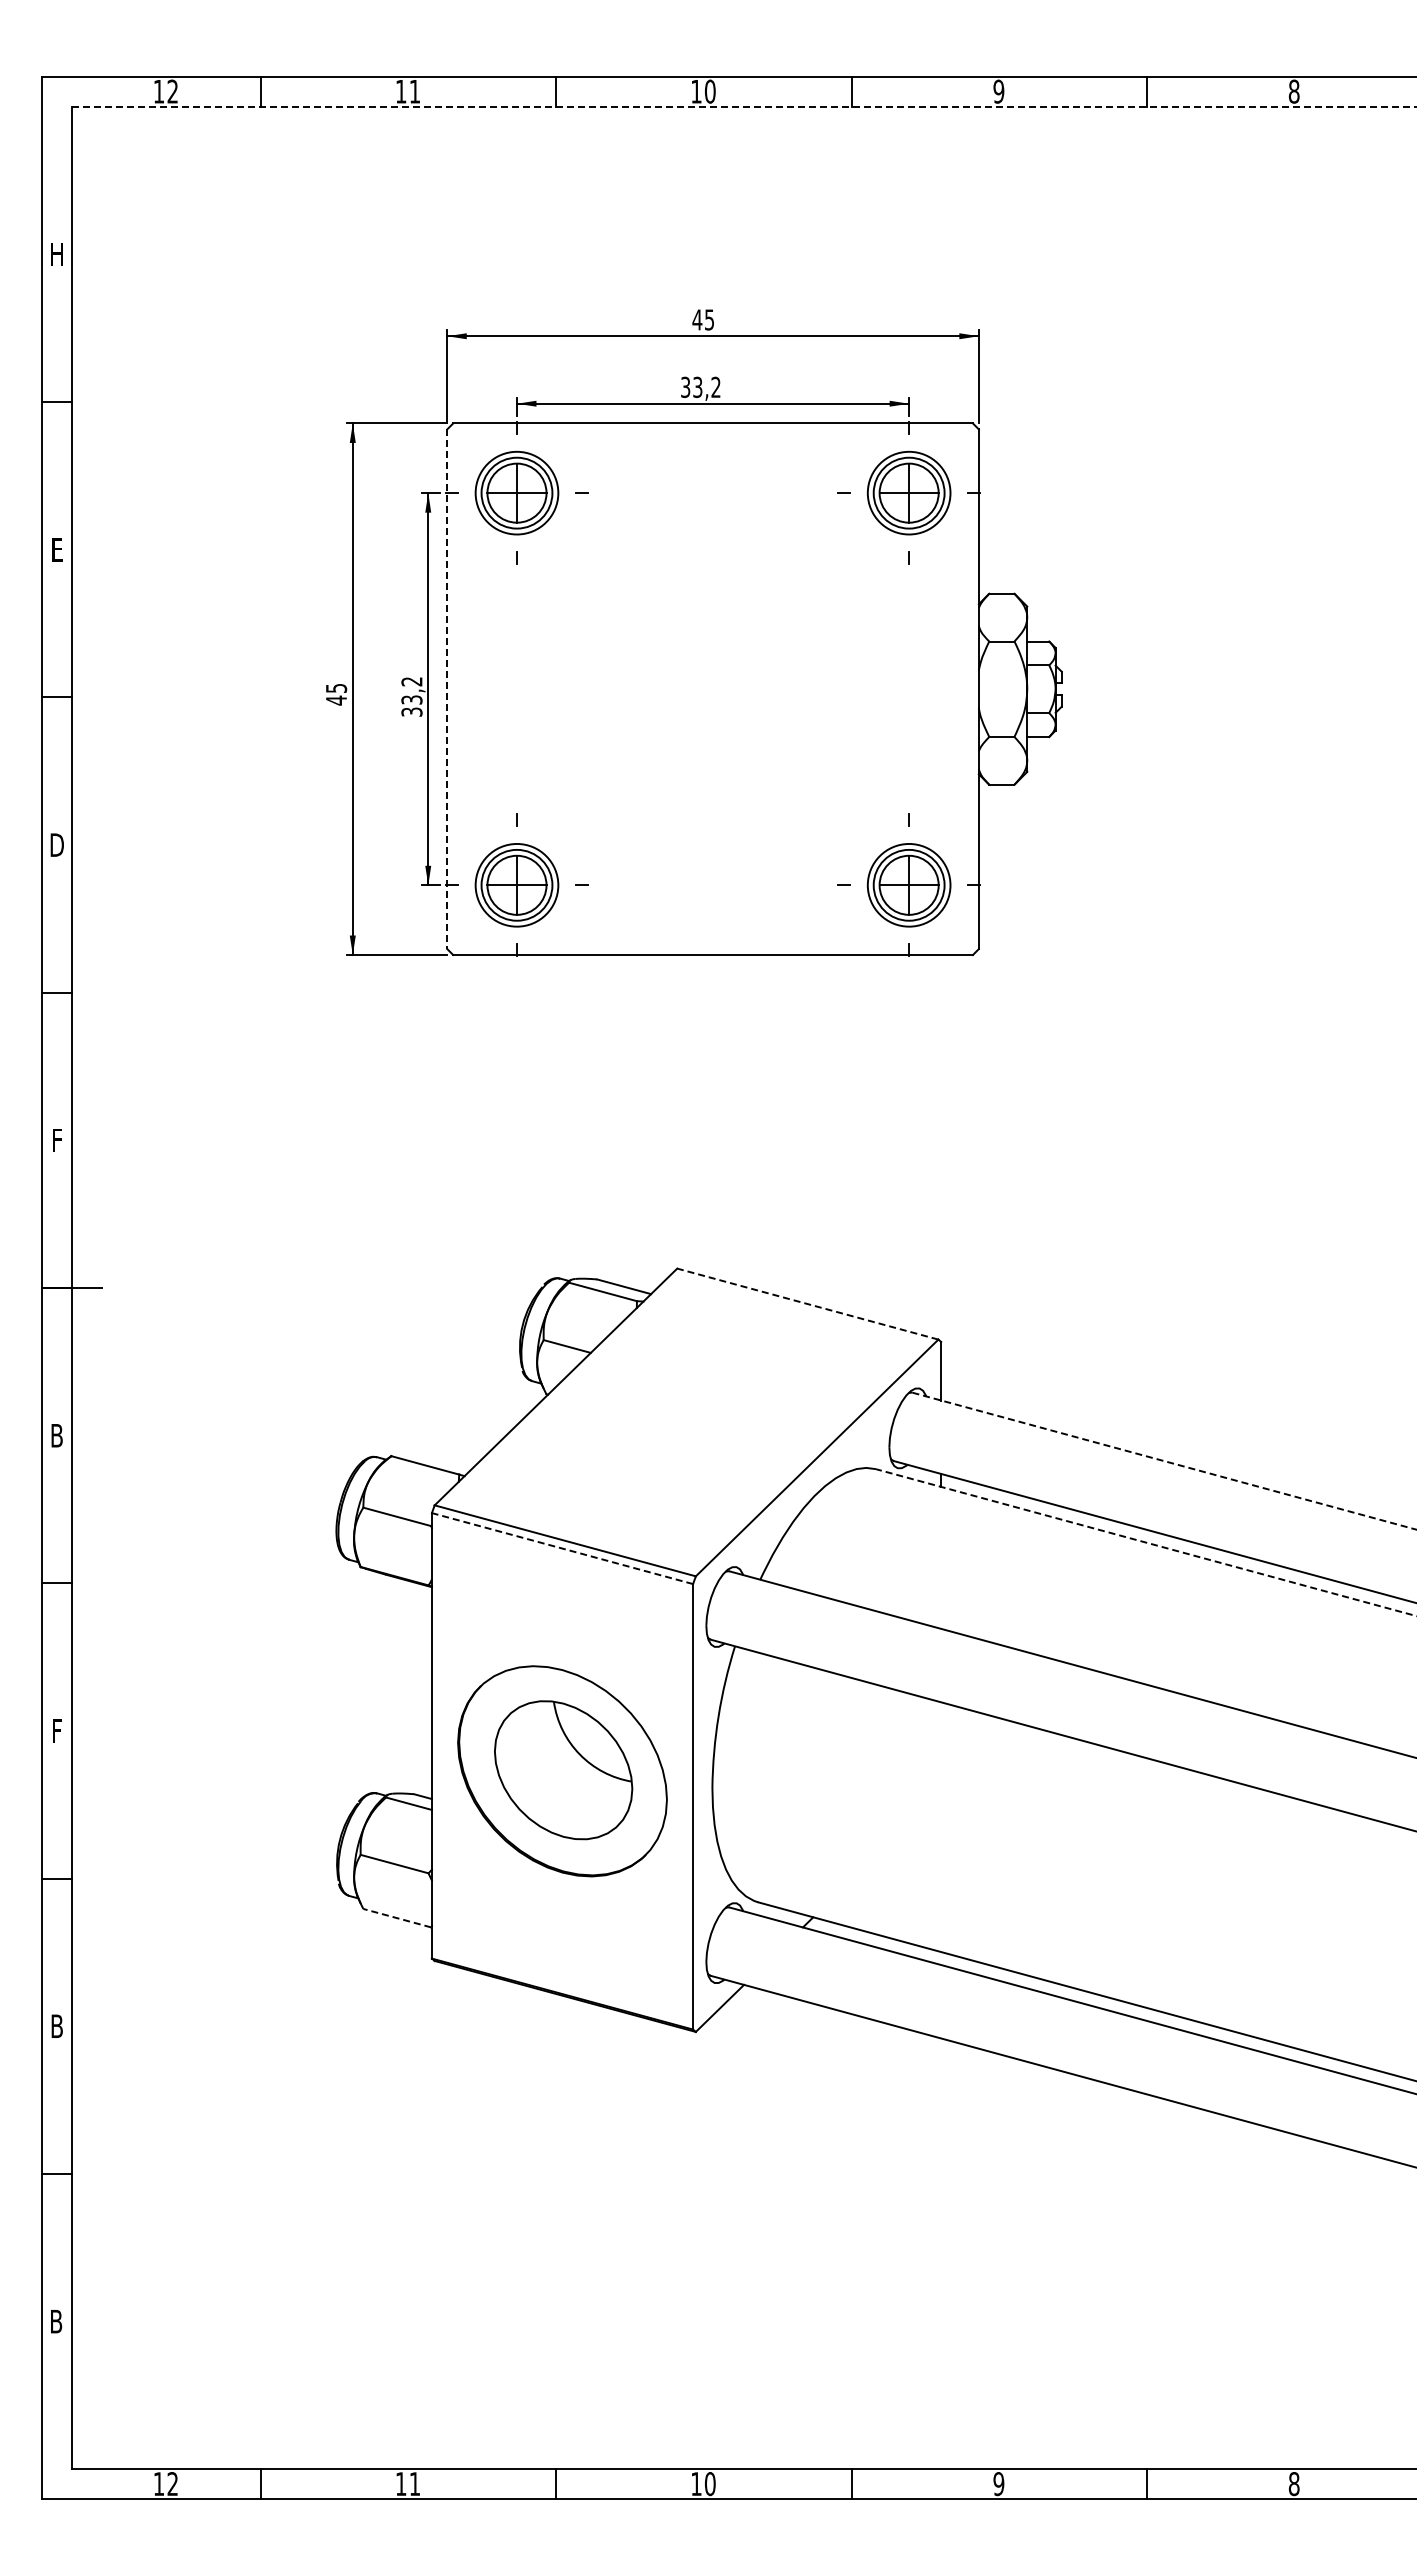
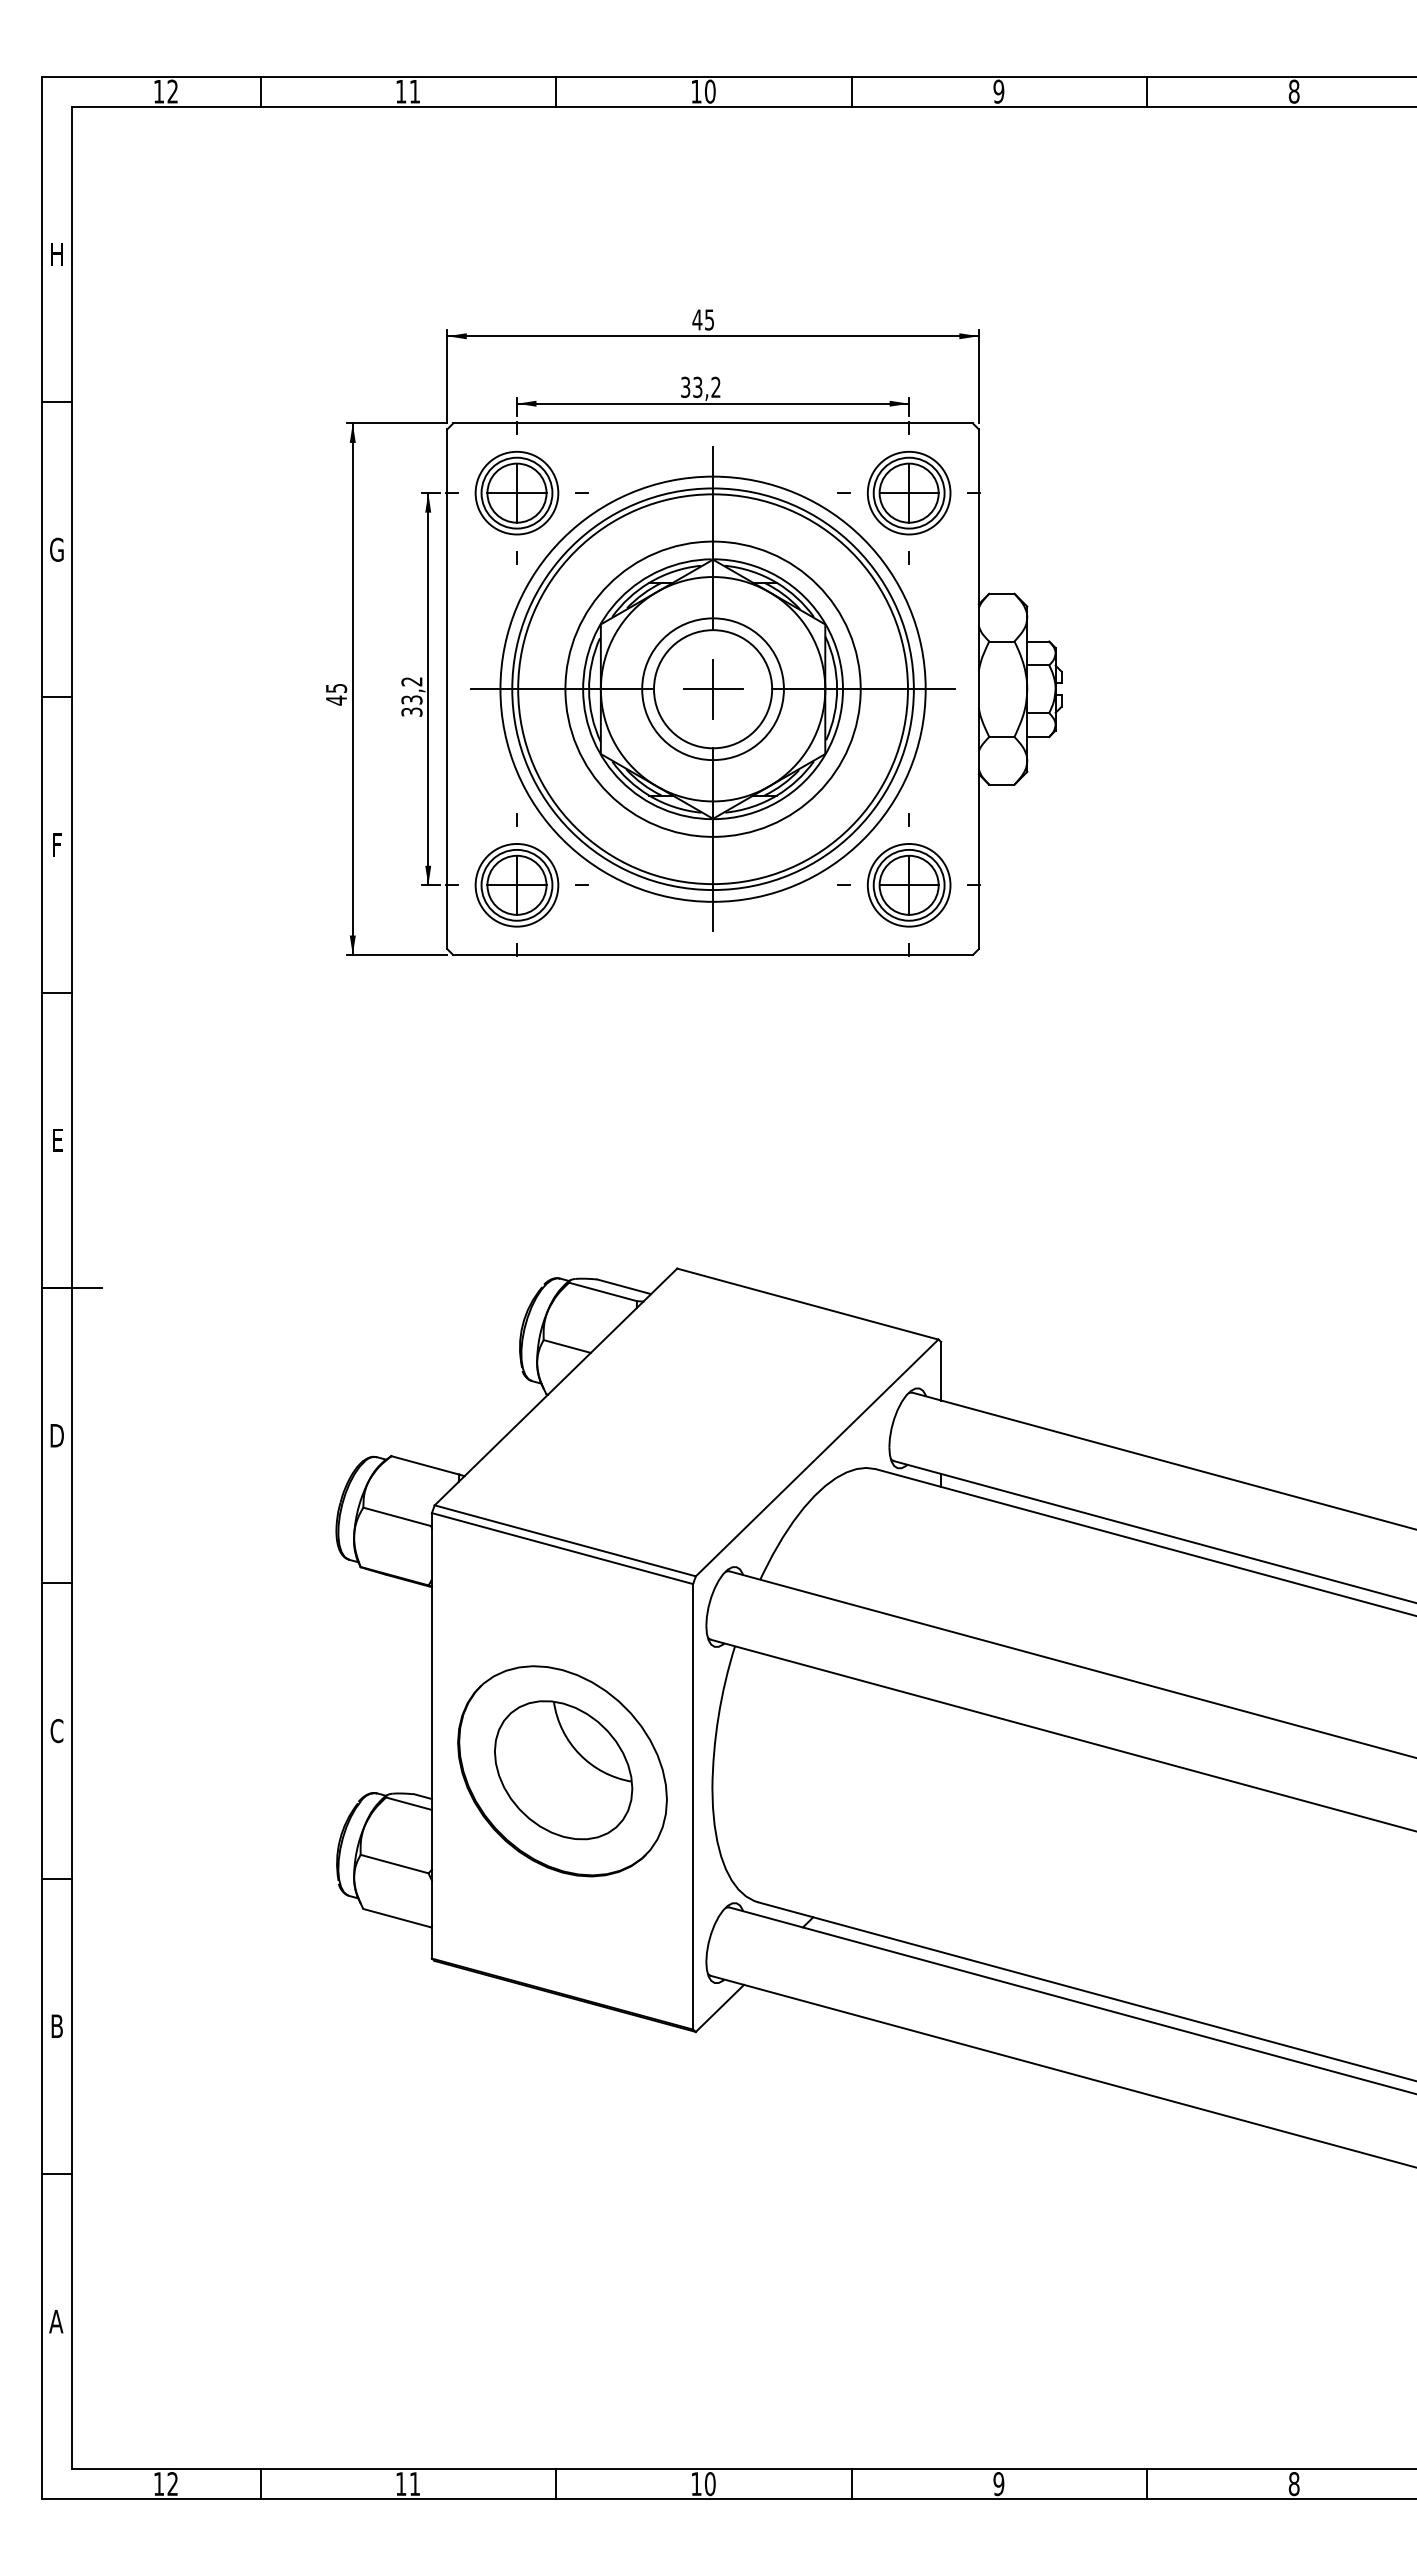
line at (744, 106): dashed -> solid
text at (56, 549): E -> G
part at (712, 688): none -> present
line at (447, 689): dashed -> solid
text at (56, 844): D -> F
text at (58, 1140): F -> E
line at (807, 1303): dashed -> solid
text at (56, 1435): B -> D
line at (1164, 1461): dashed -> solid
line at (1145, 1542): dashed -> solid
line at (562, 1548): dashed -> solid
text at (56, 1731): F -> C
line at (396, 1918): dashed -> solid
text at (56, 2321): B -> A
